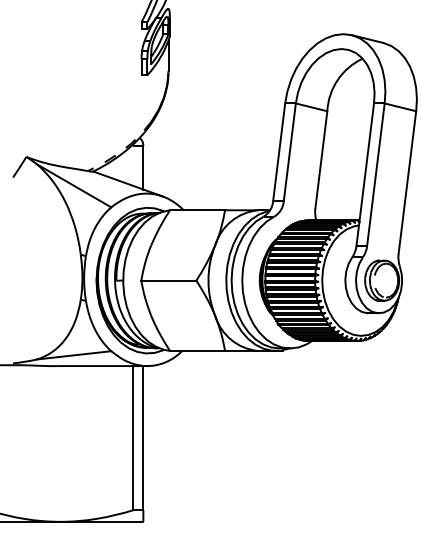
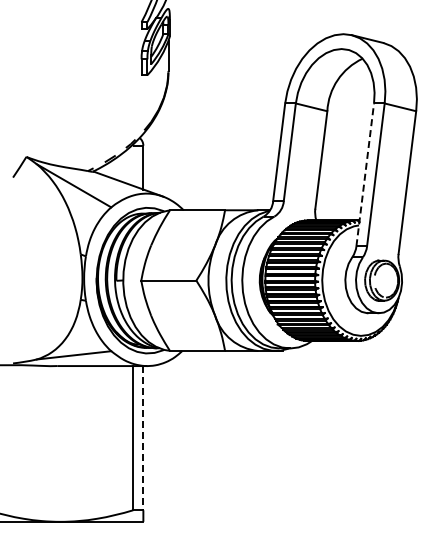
line at (365, 174): solid -> dashed
line at (143, 438): solid -> dashed
